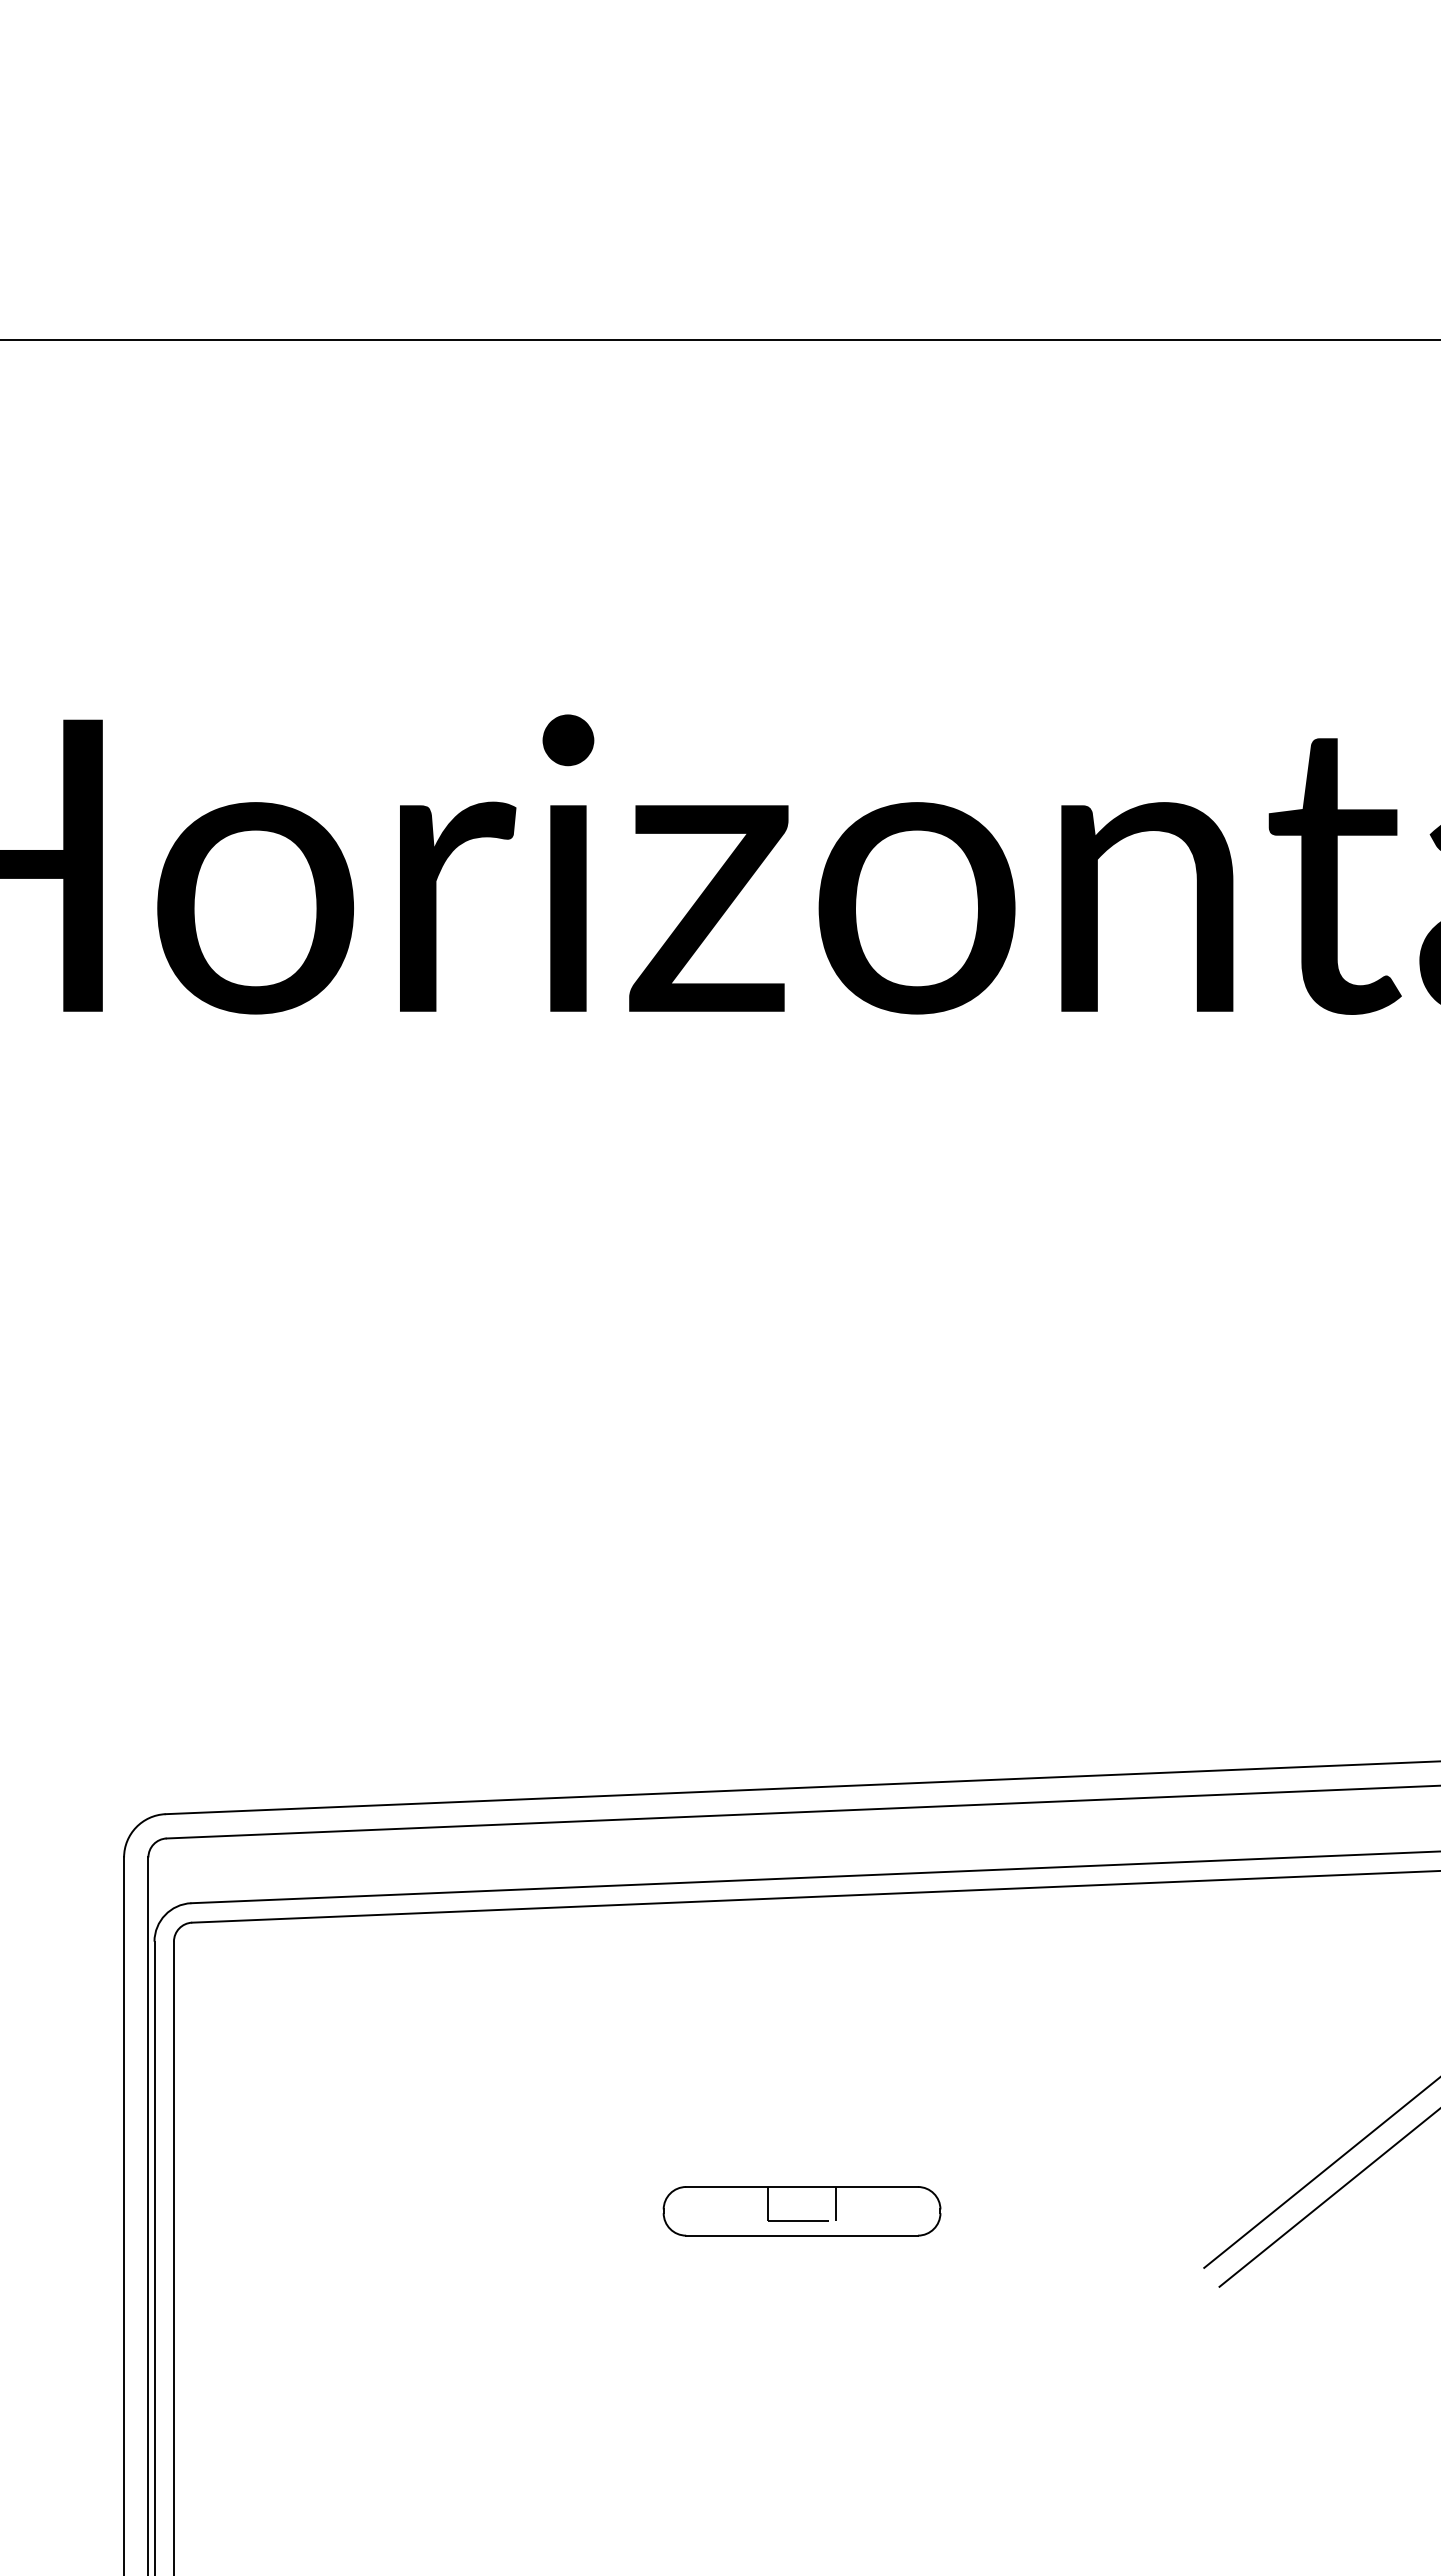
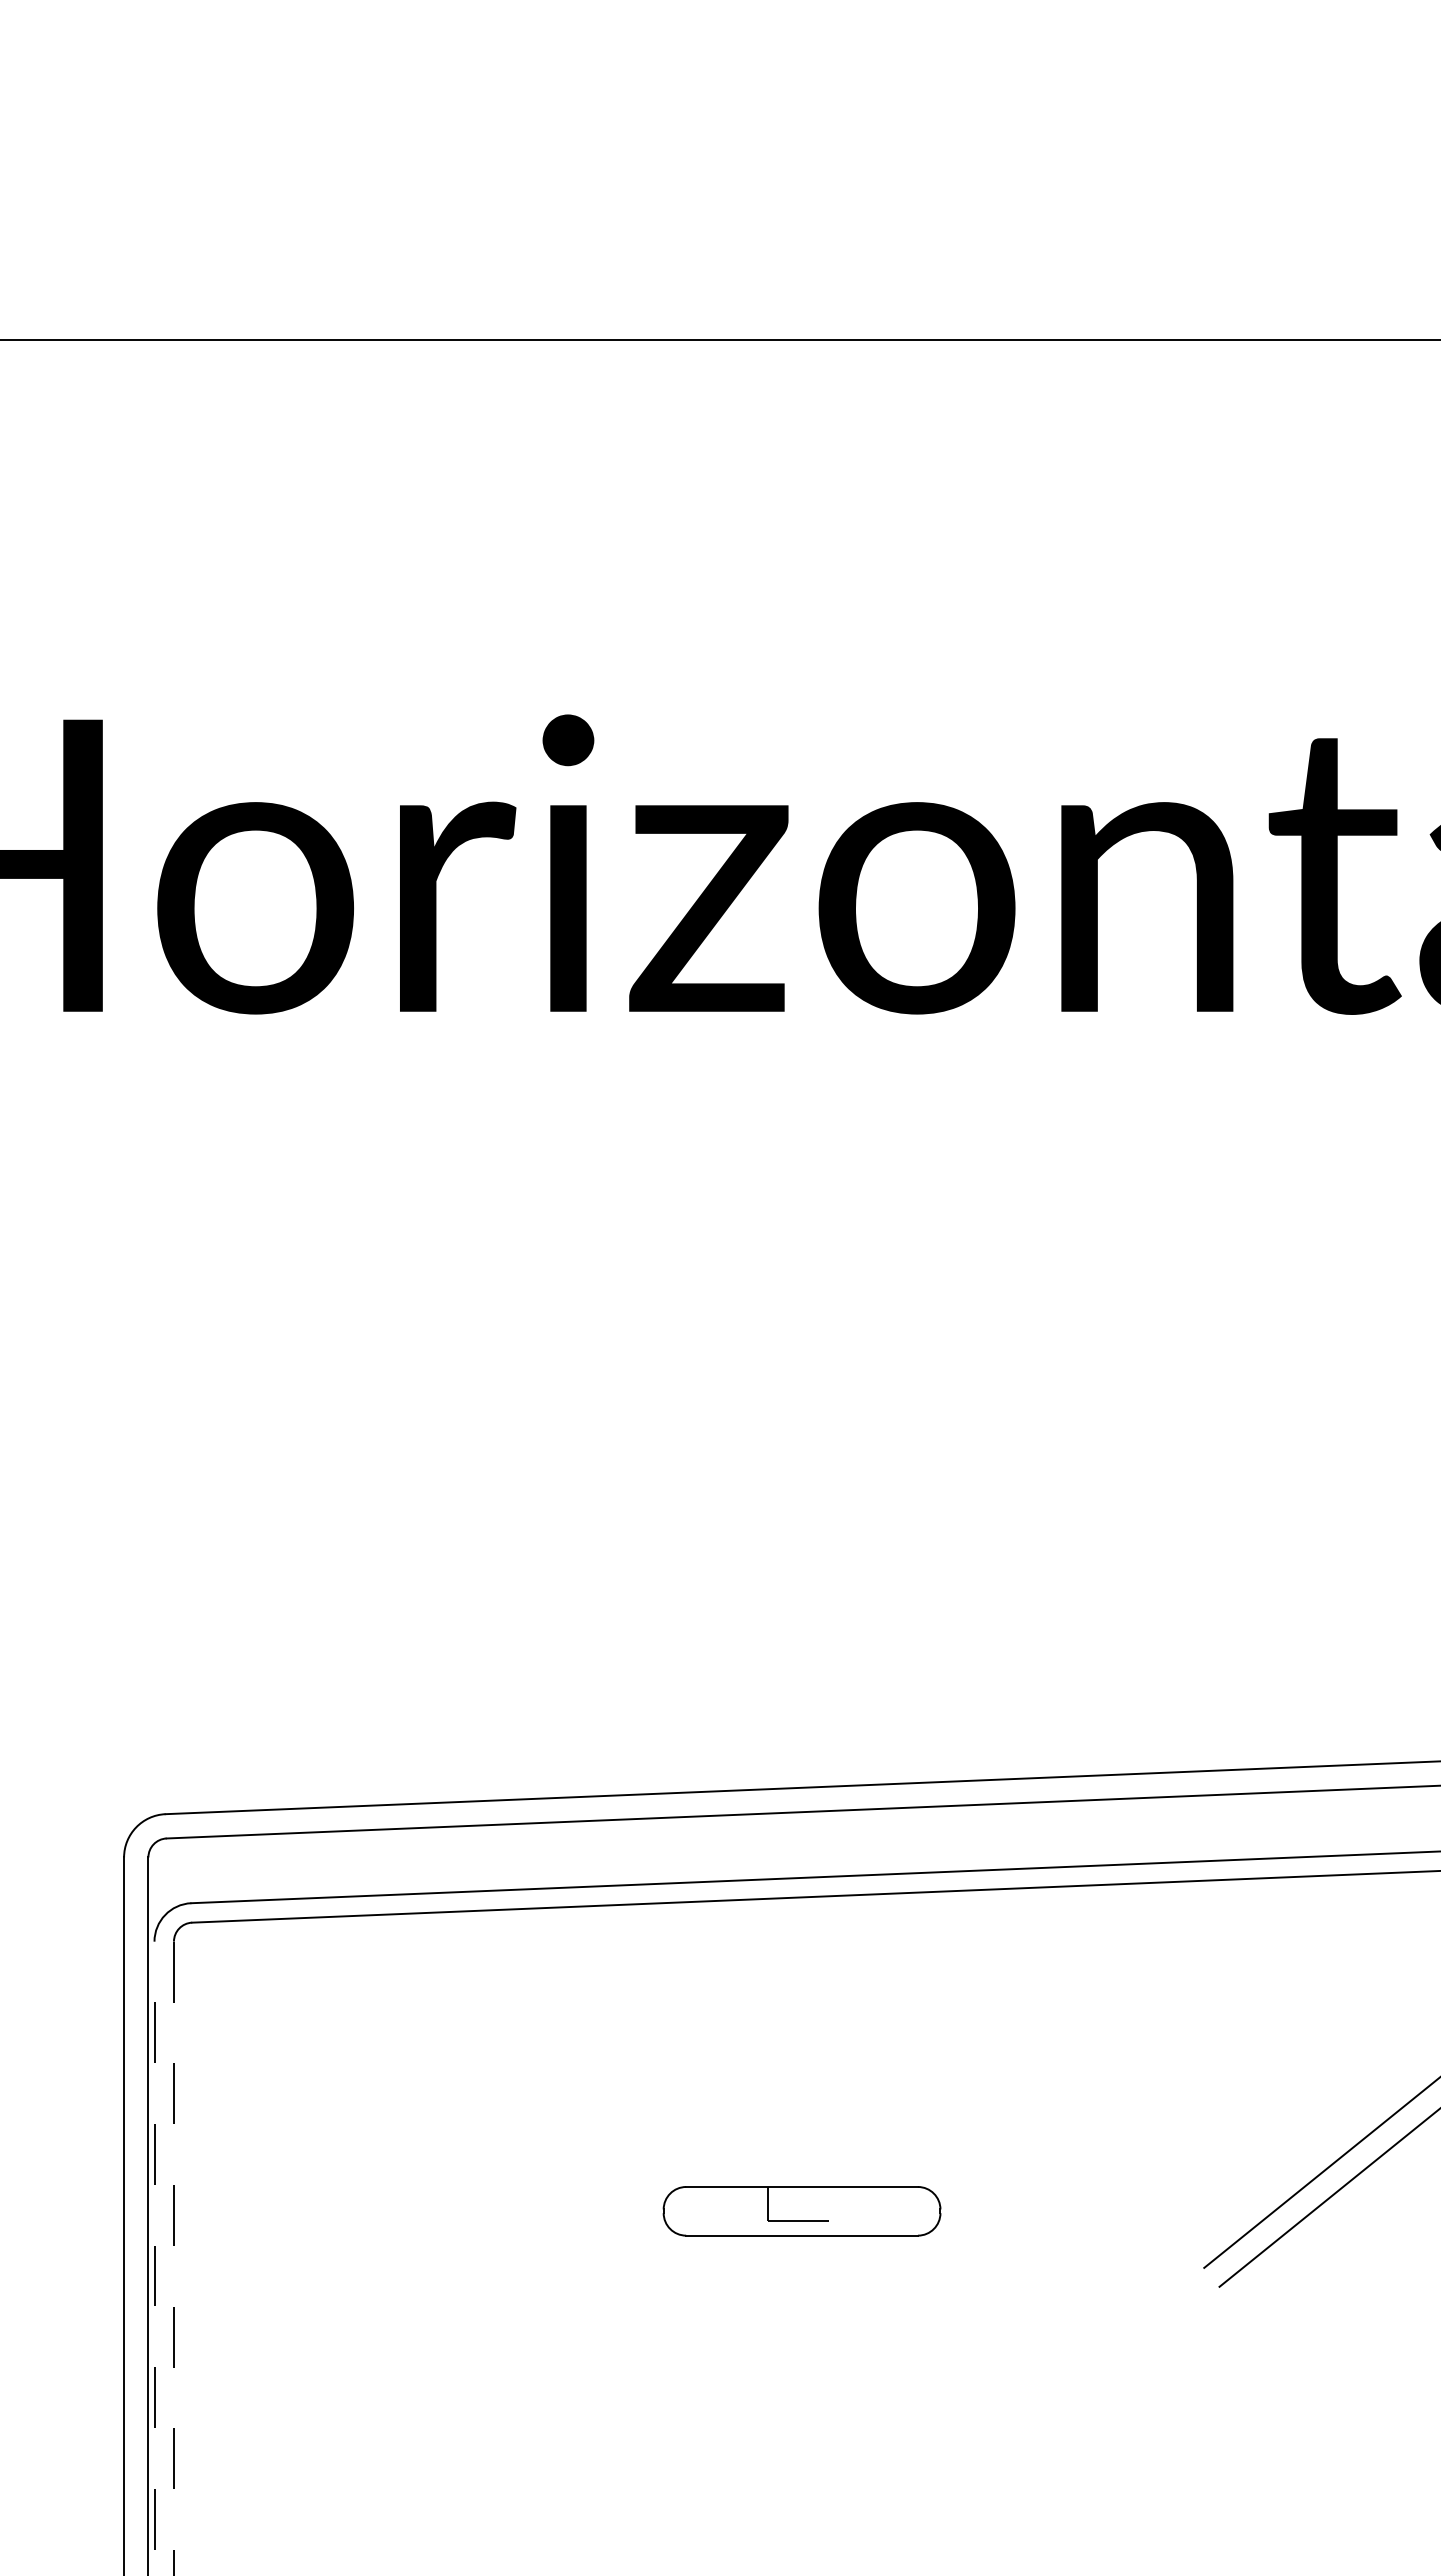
line at (836, 2203): present -> none
line at (154, 2258): solid -> dashed
line at (173, 2258): solid -> dashed
